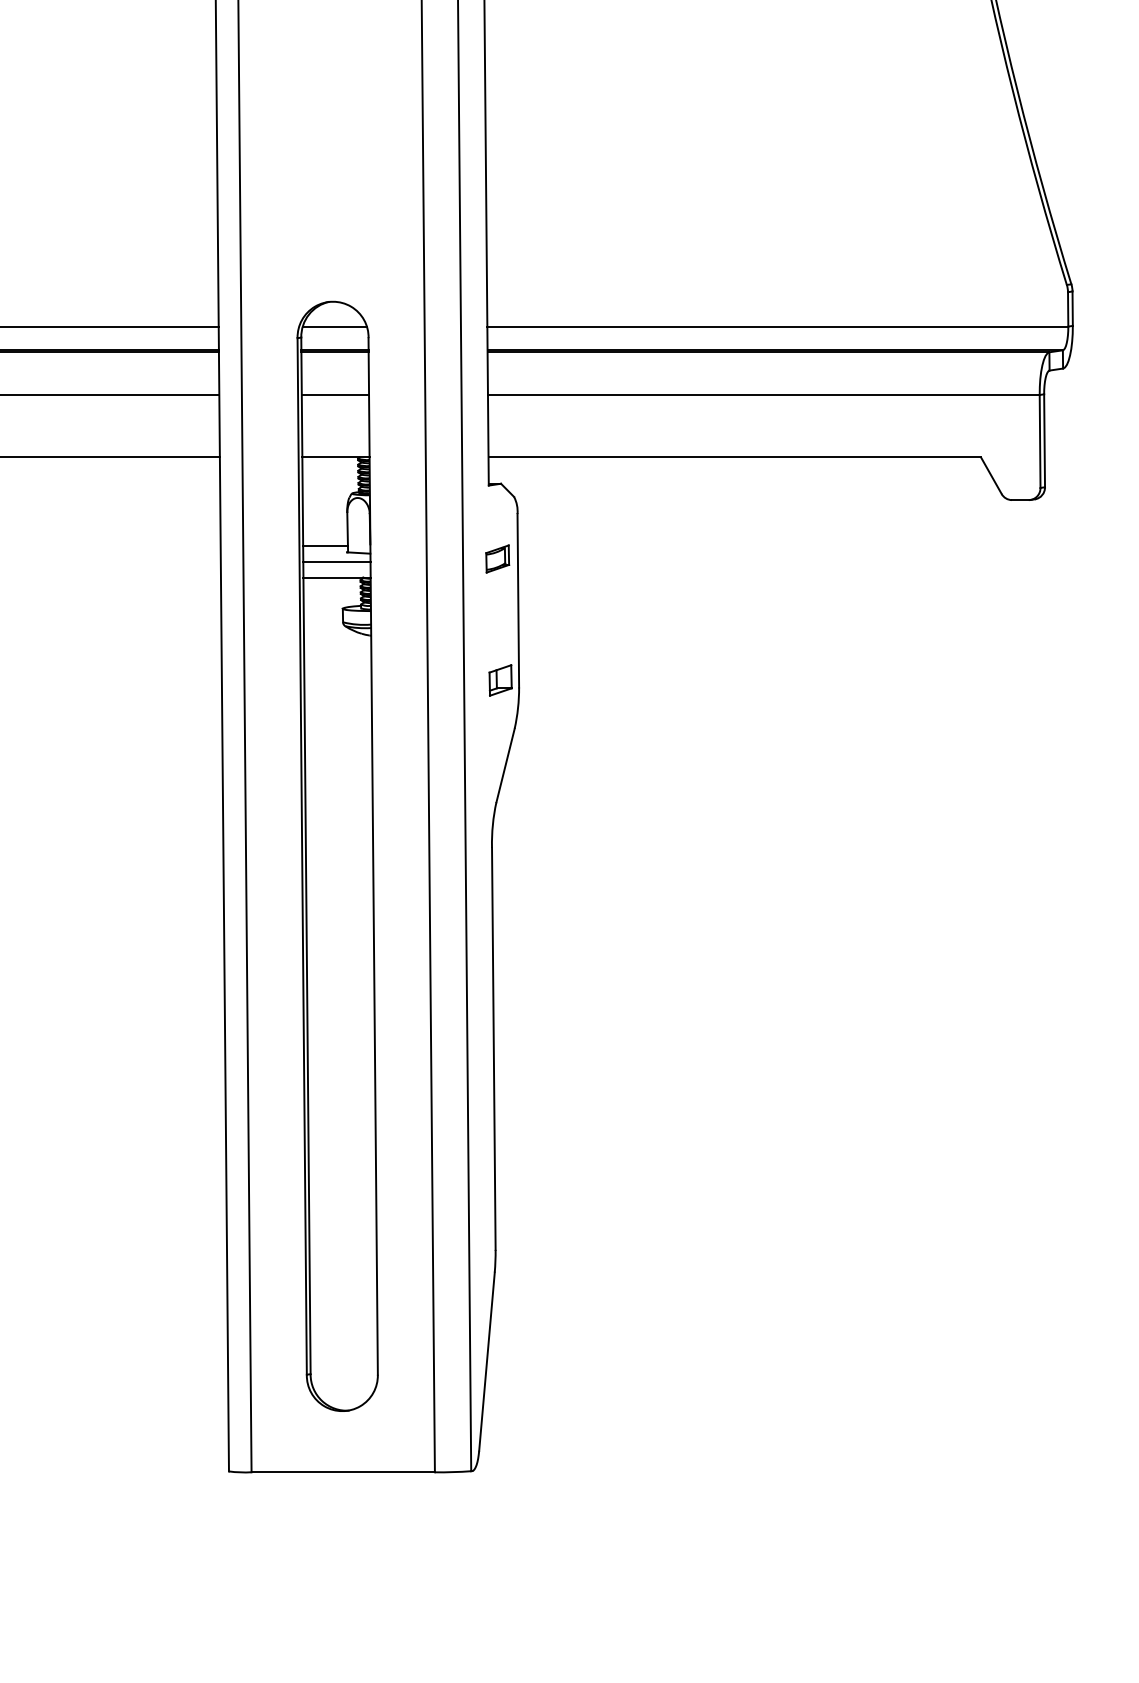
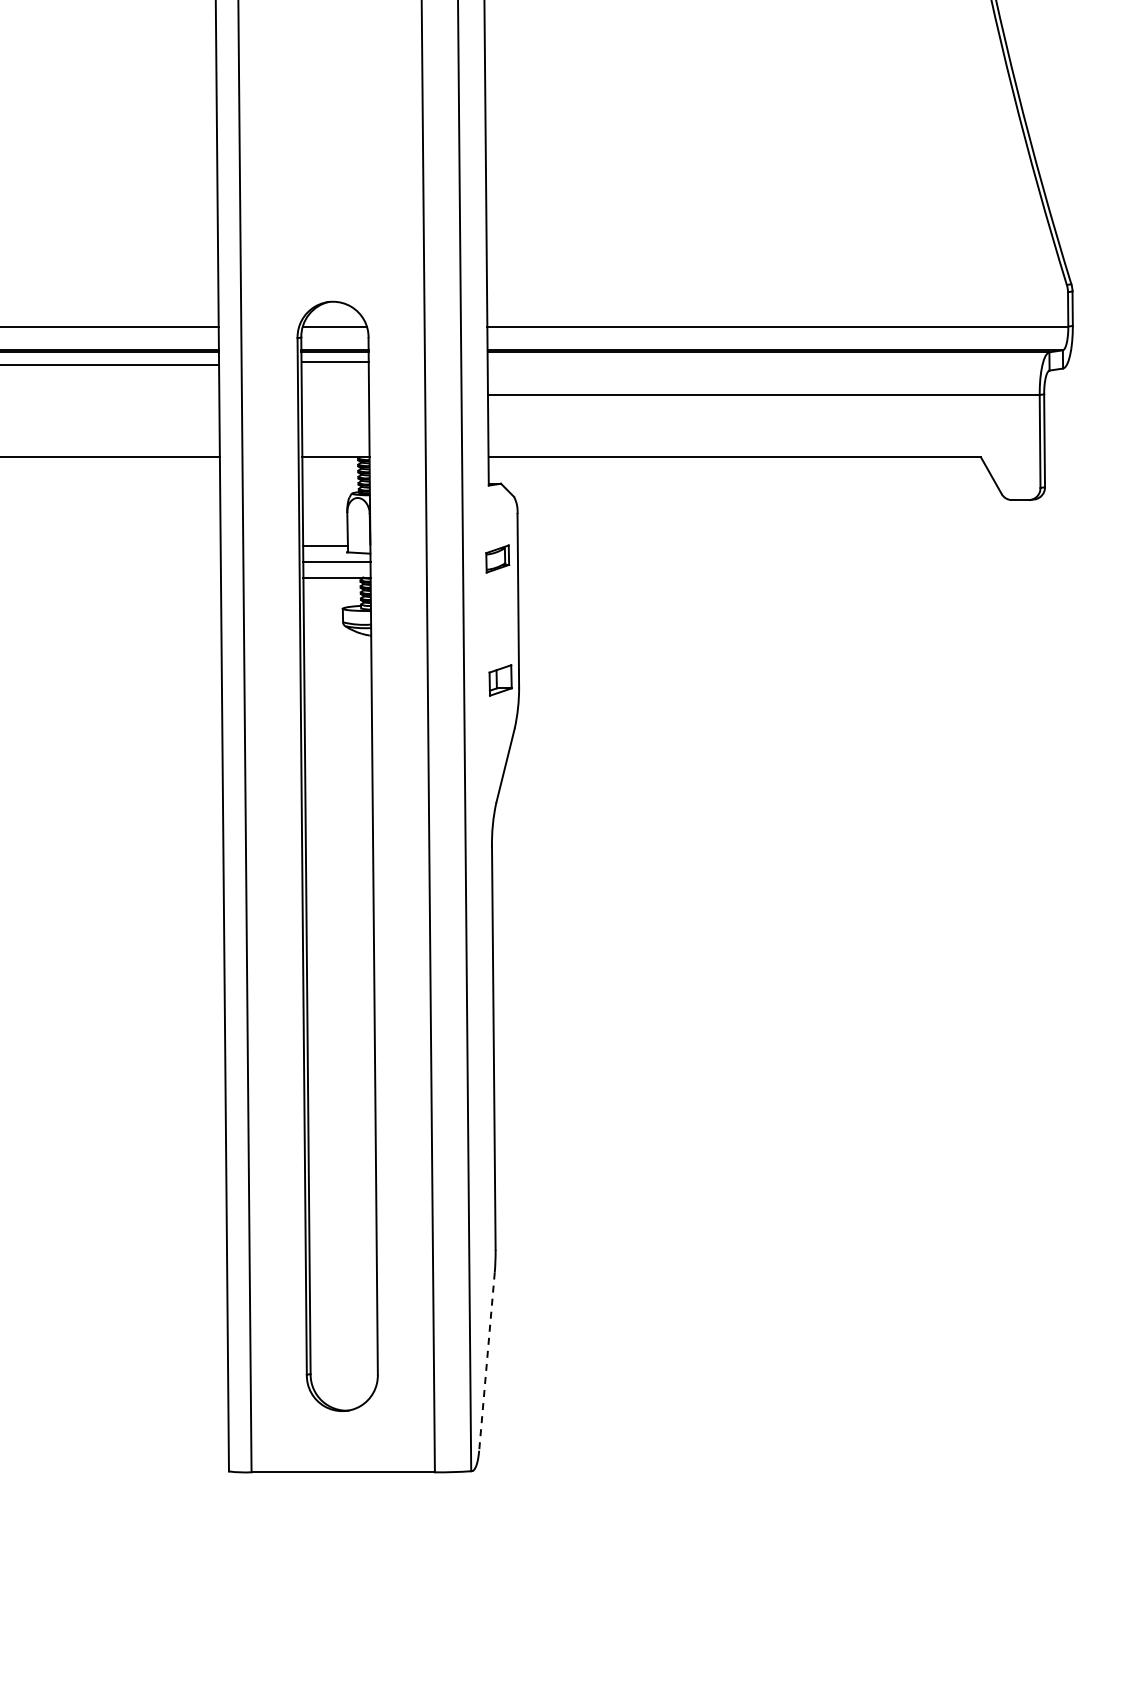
line at (110, 394) position: (110, 394) -> (110, 364)
line at (335, 394) position: (335, 394) -> (335, 361)
line at (486, 1362): solid -> dashed
